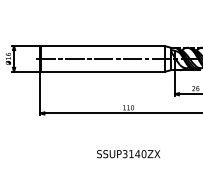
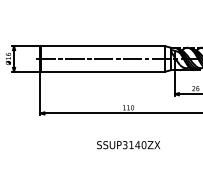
text at (128, 154) position: (128, 154) -> (128, 145)
